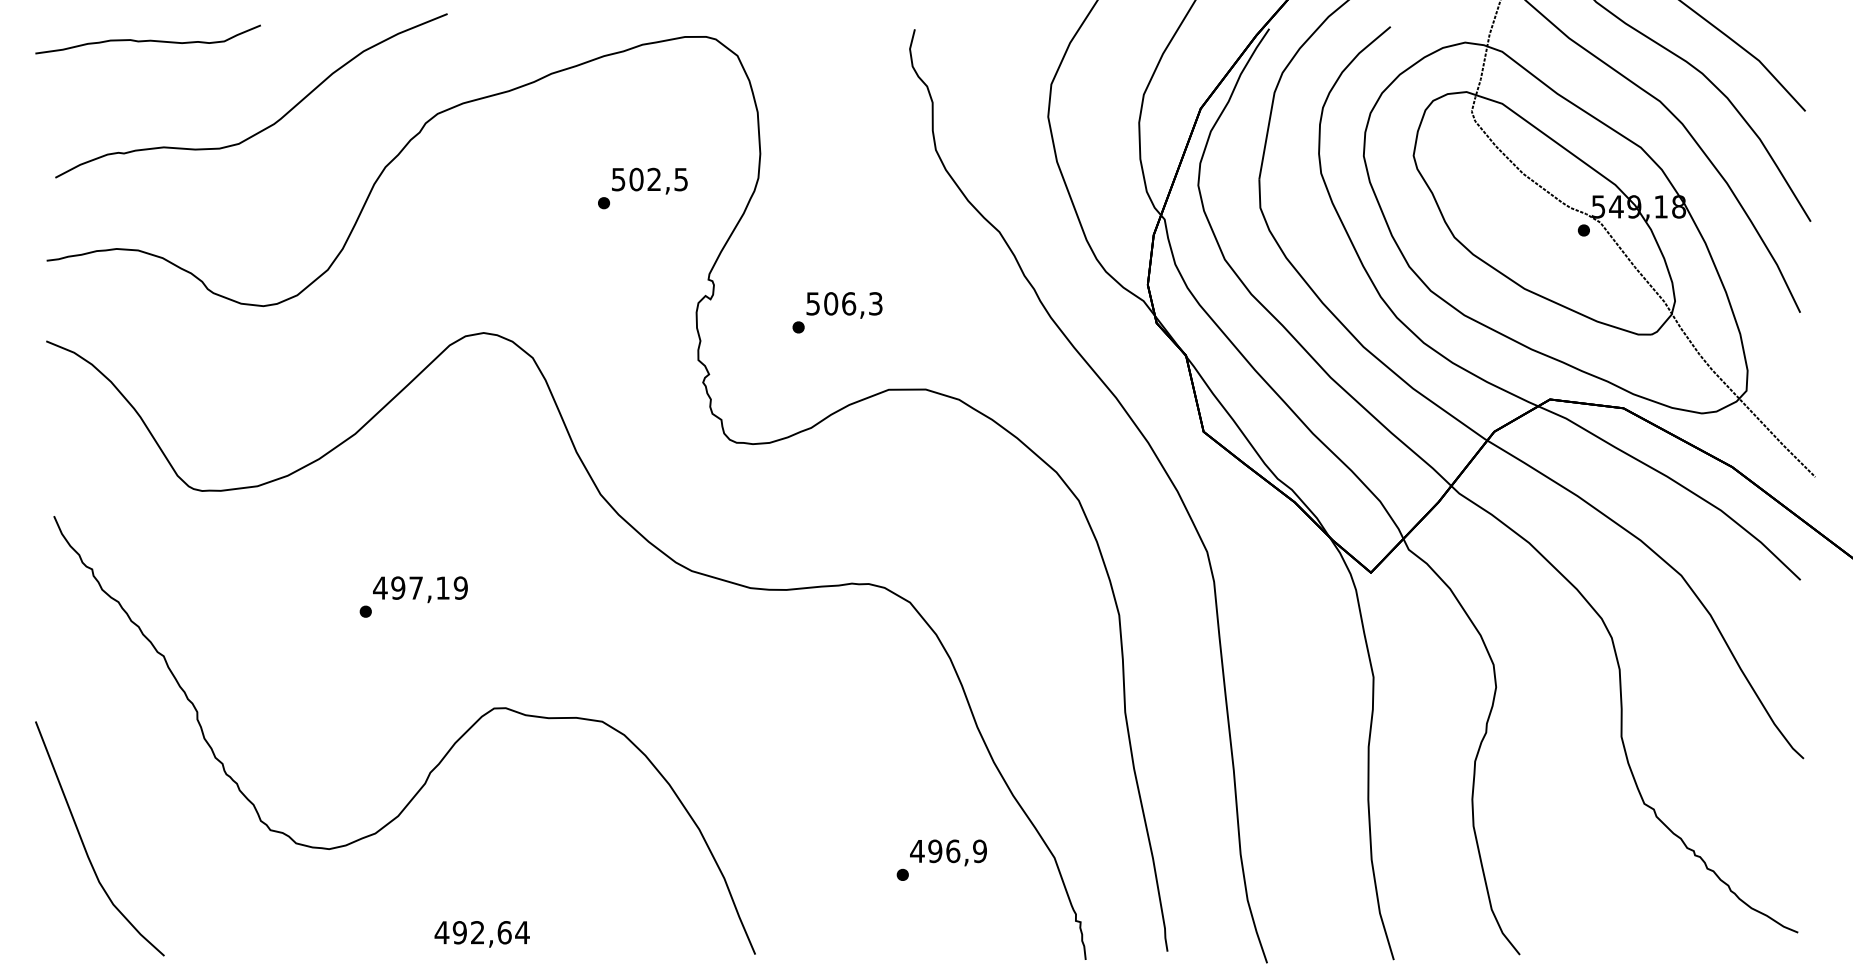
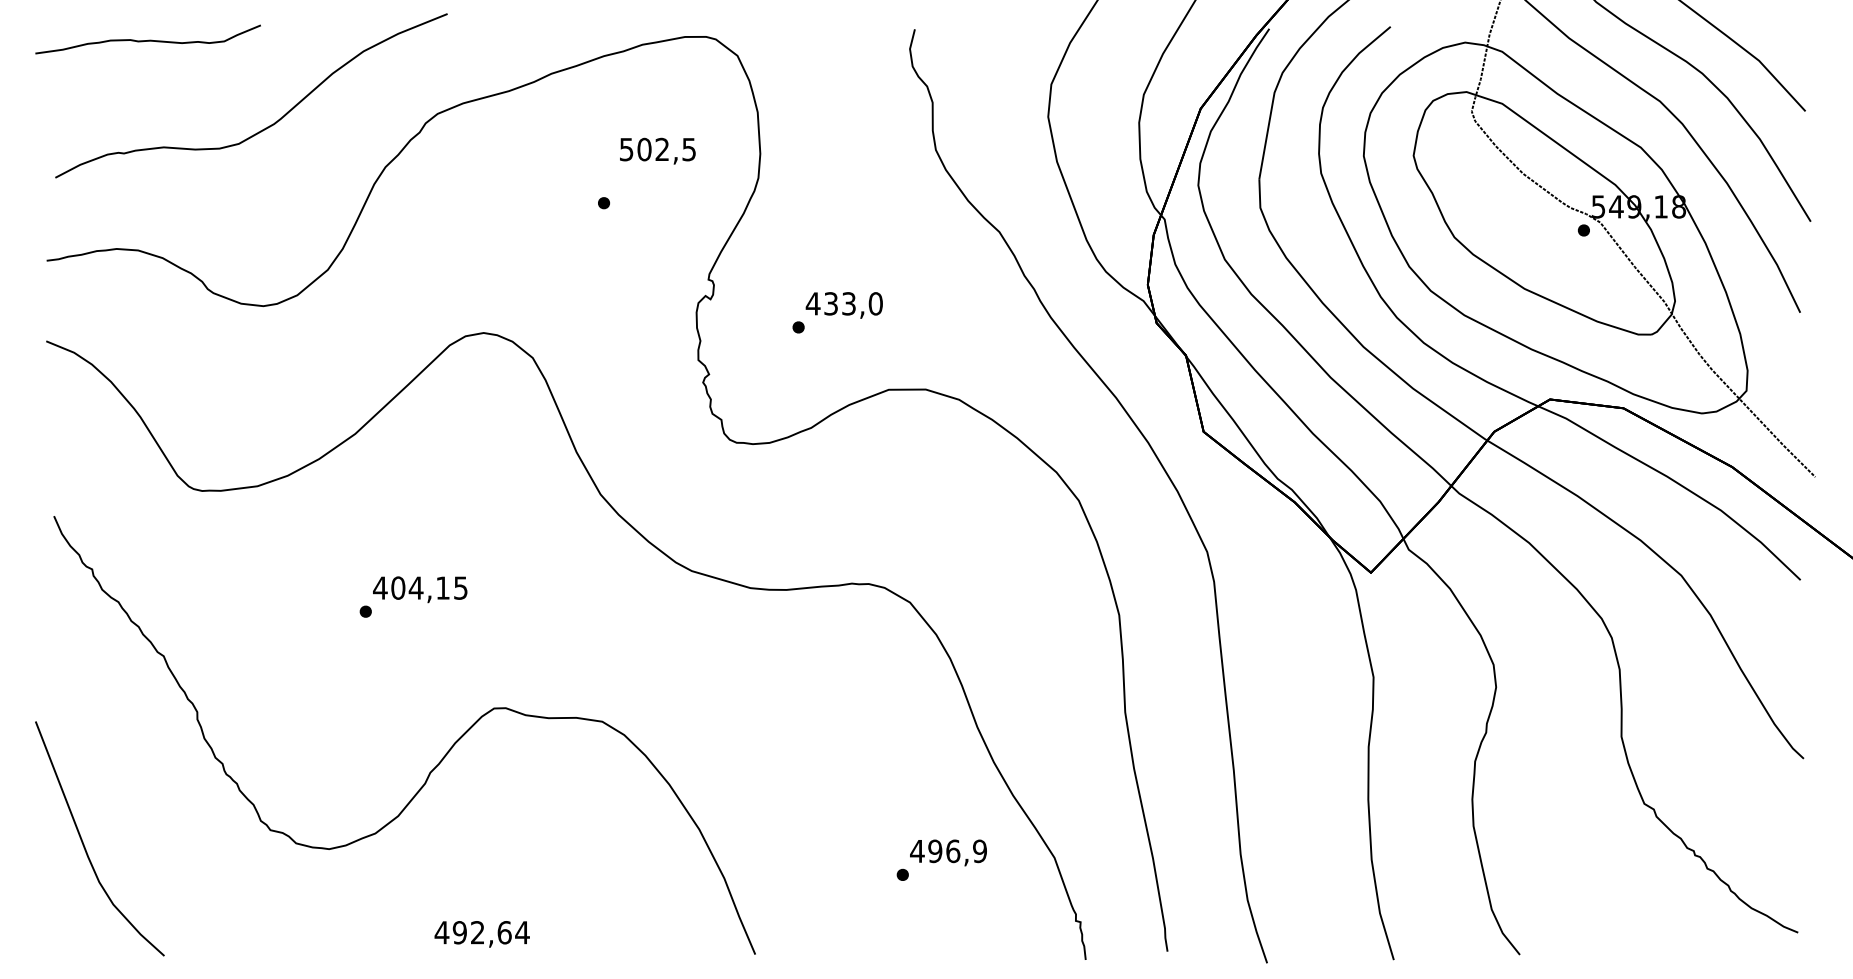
text at (649, 180) position: (649, 180) -> (657, 150)
text at (843, 303): 506,3 -> 433,0
text at (429, 587): 497,19 -> 404,15
